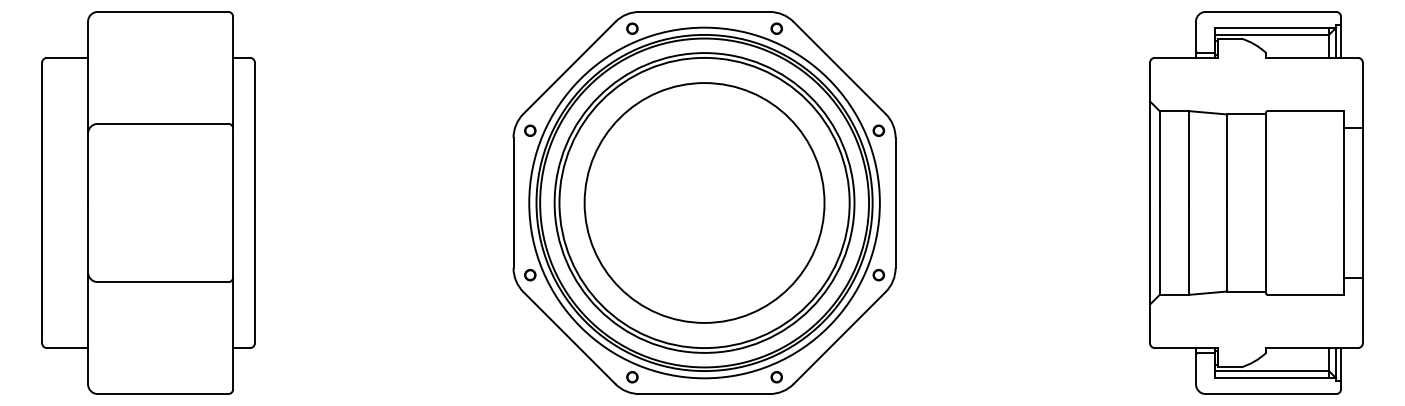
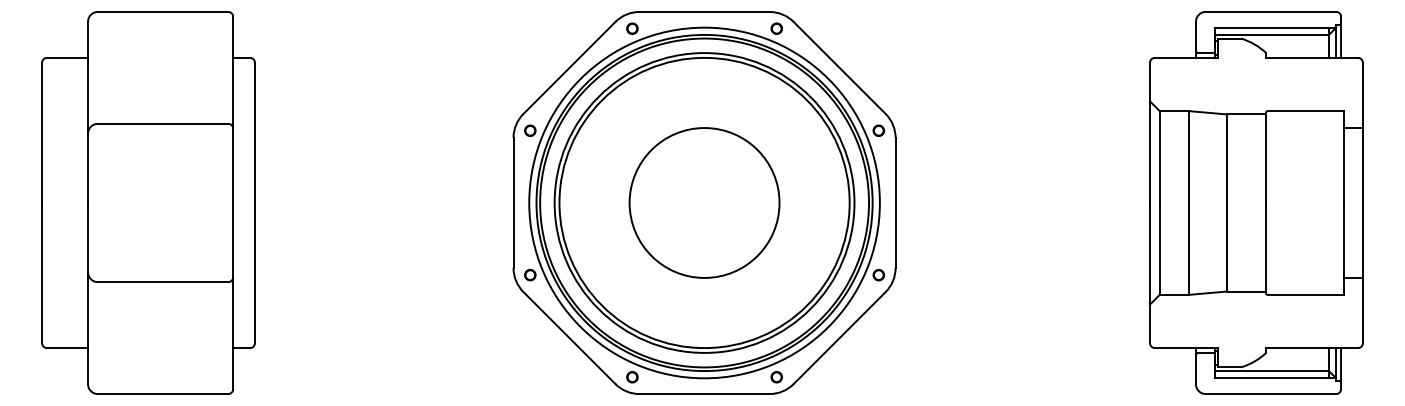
circle at (704, 202) diameter: 240 px -> 150 px
